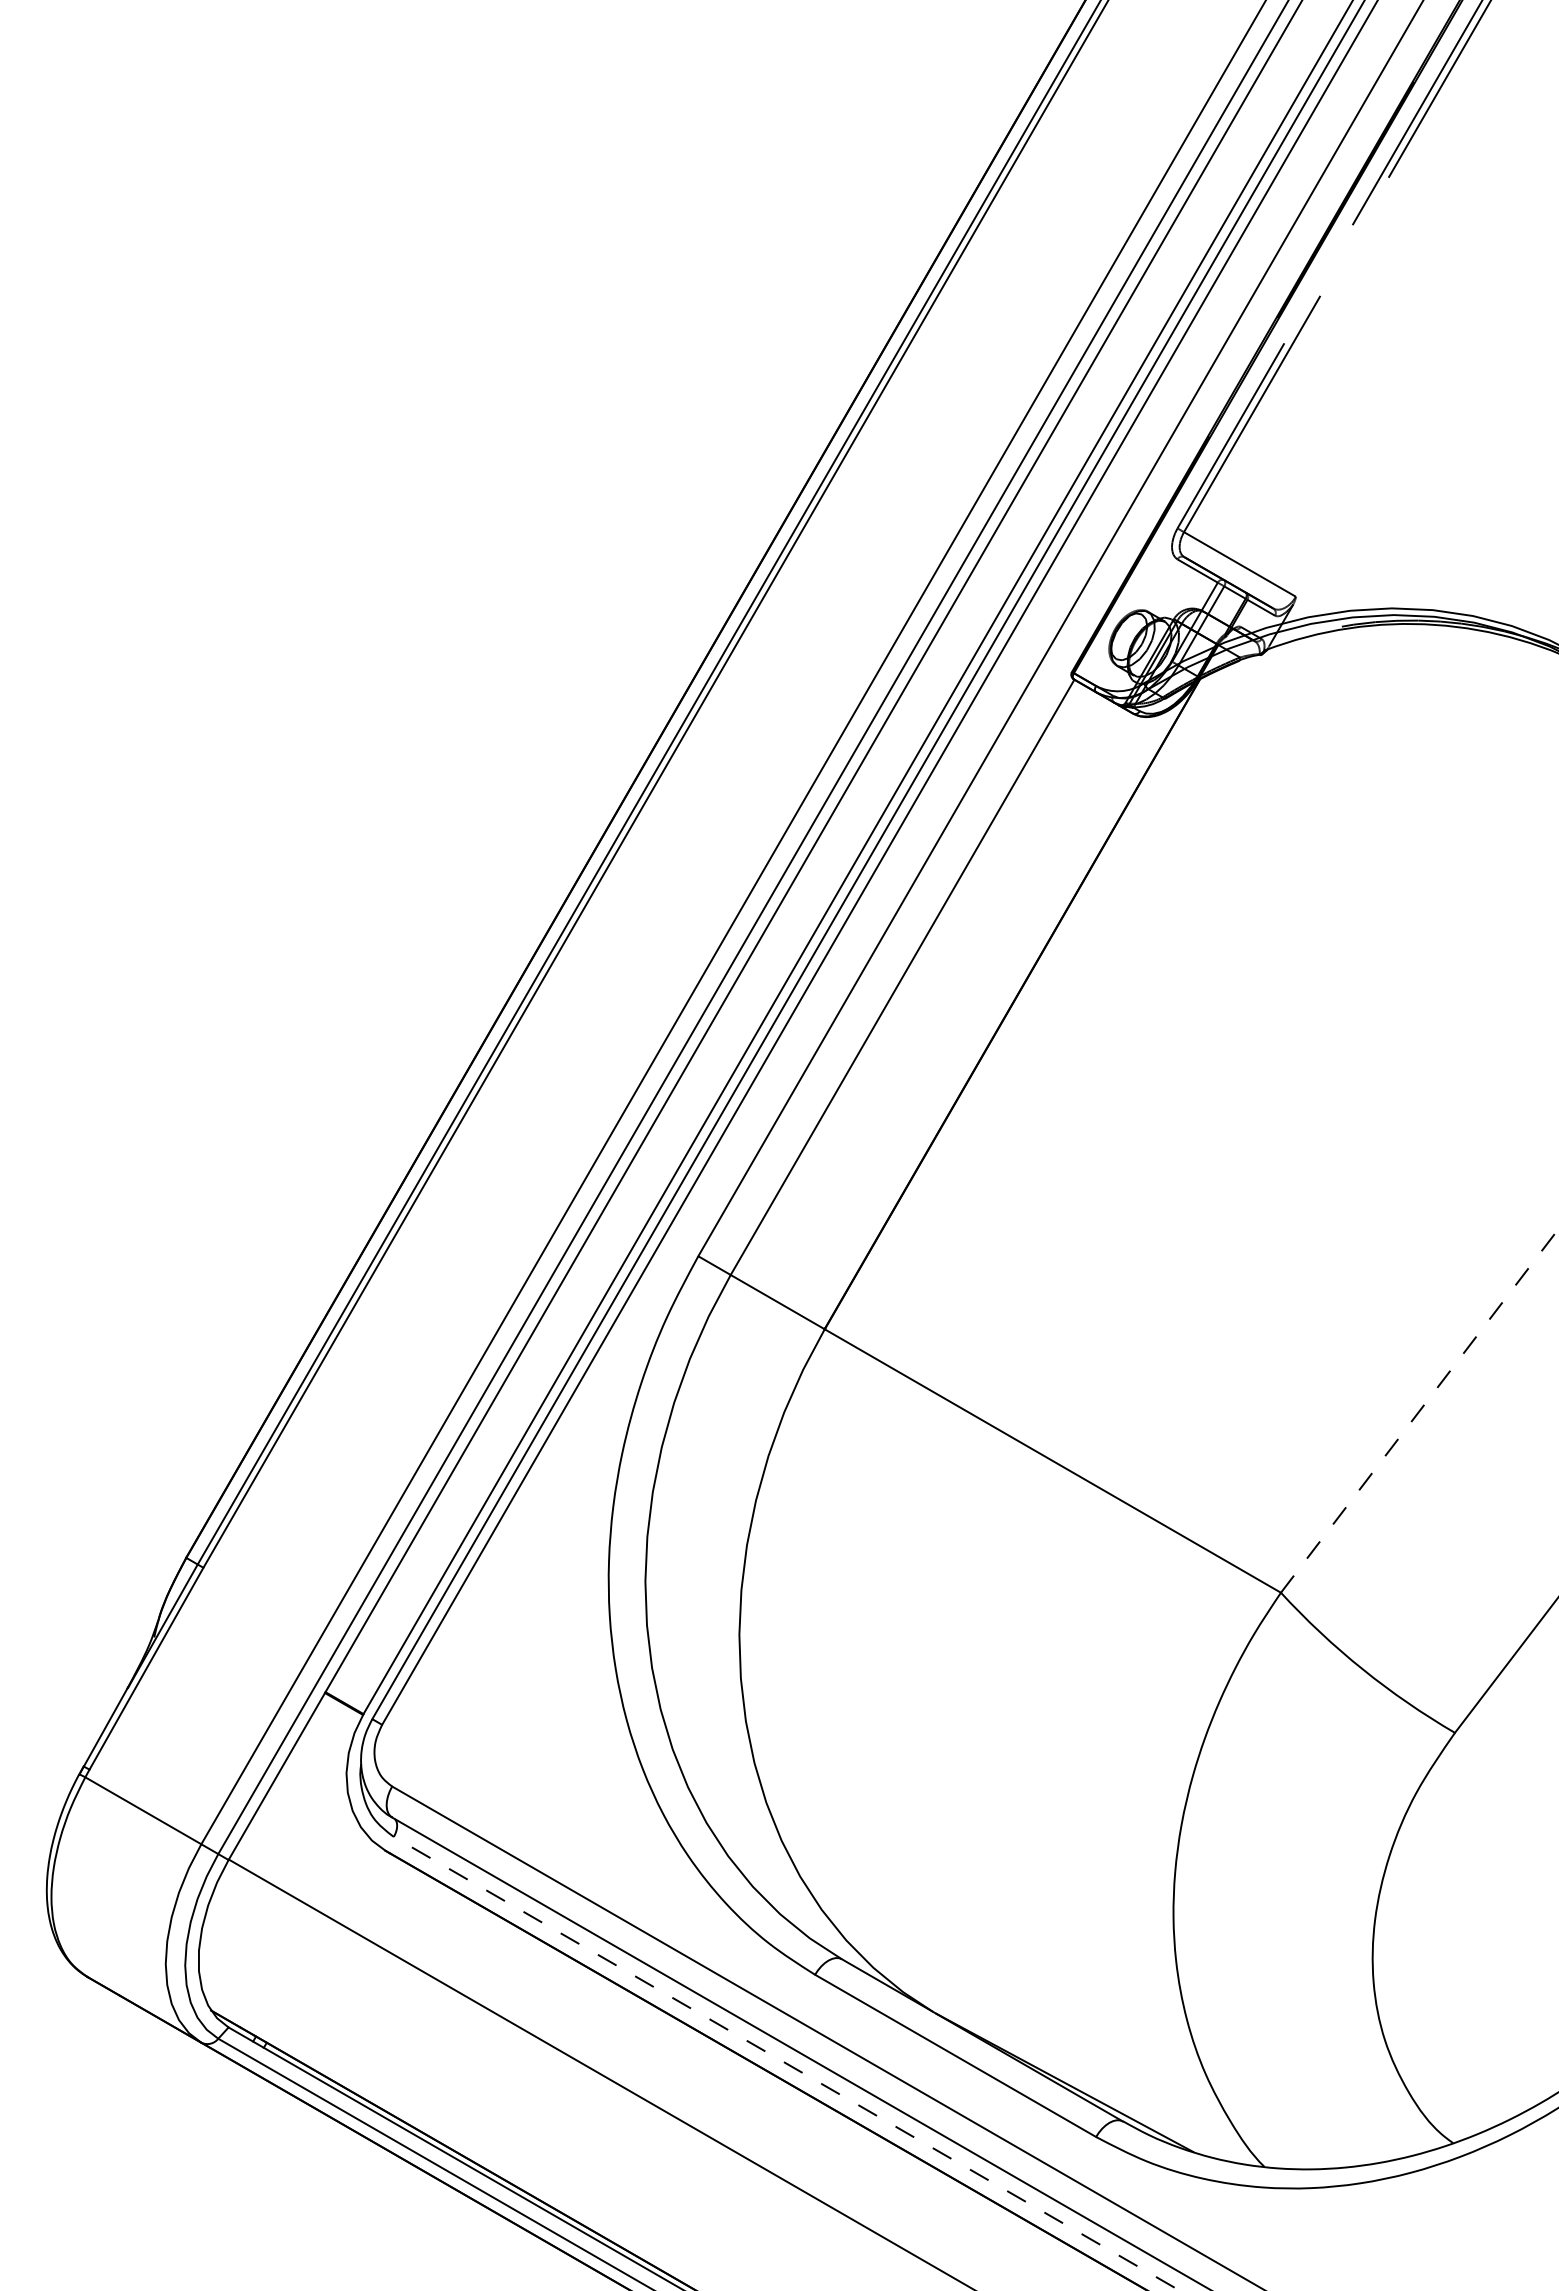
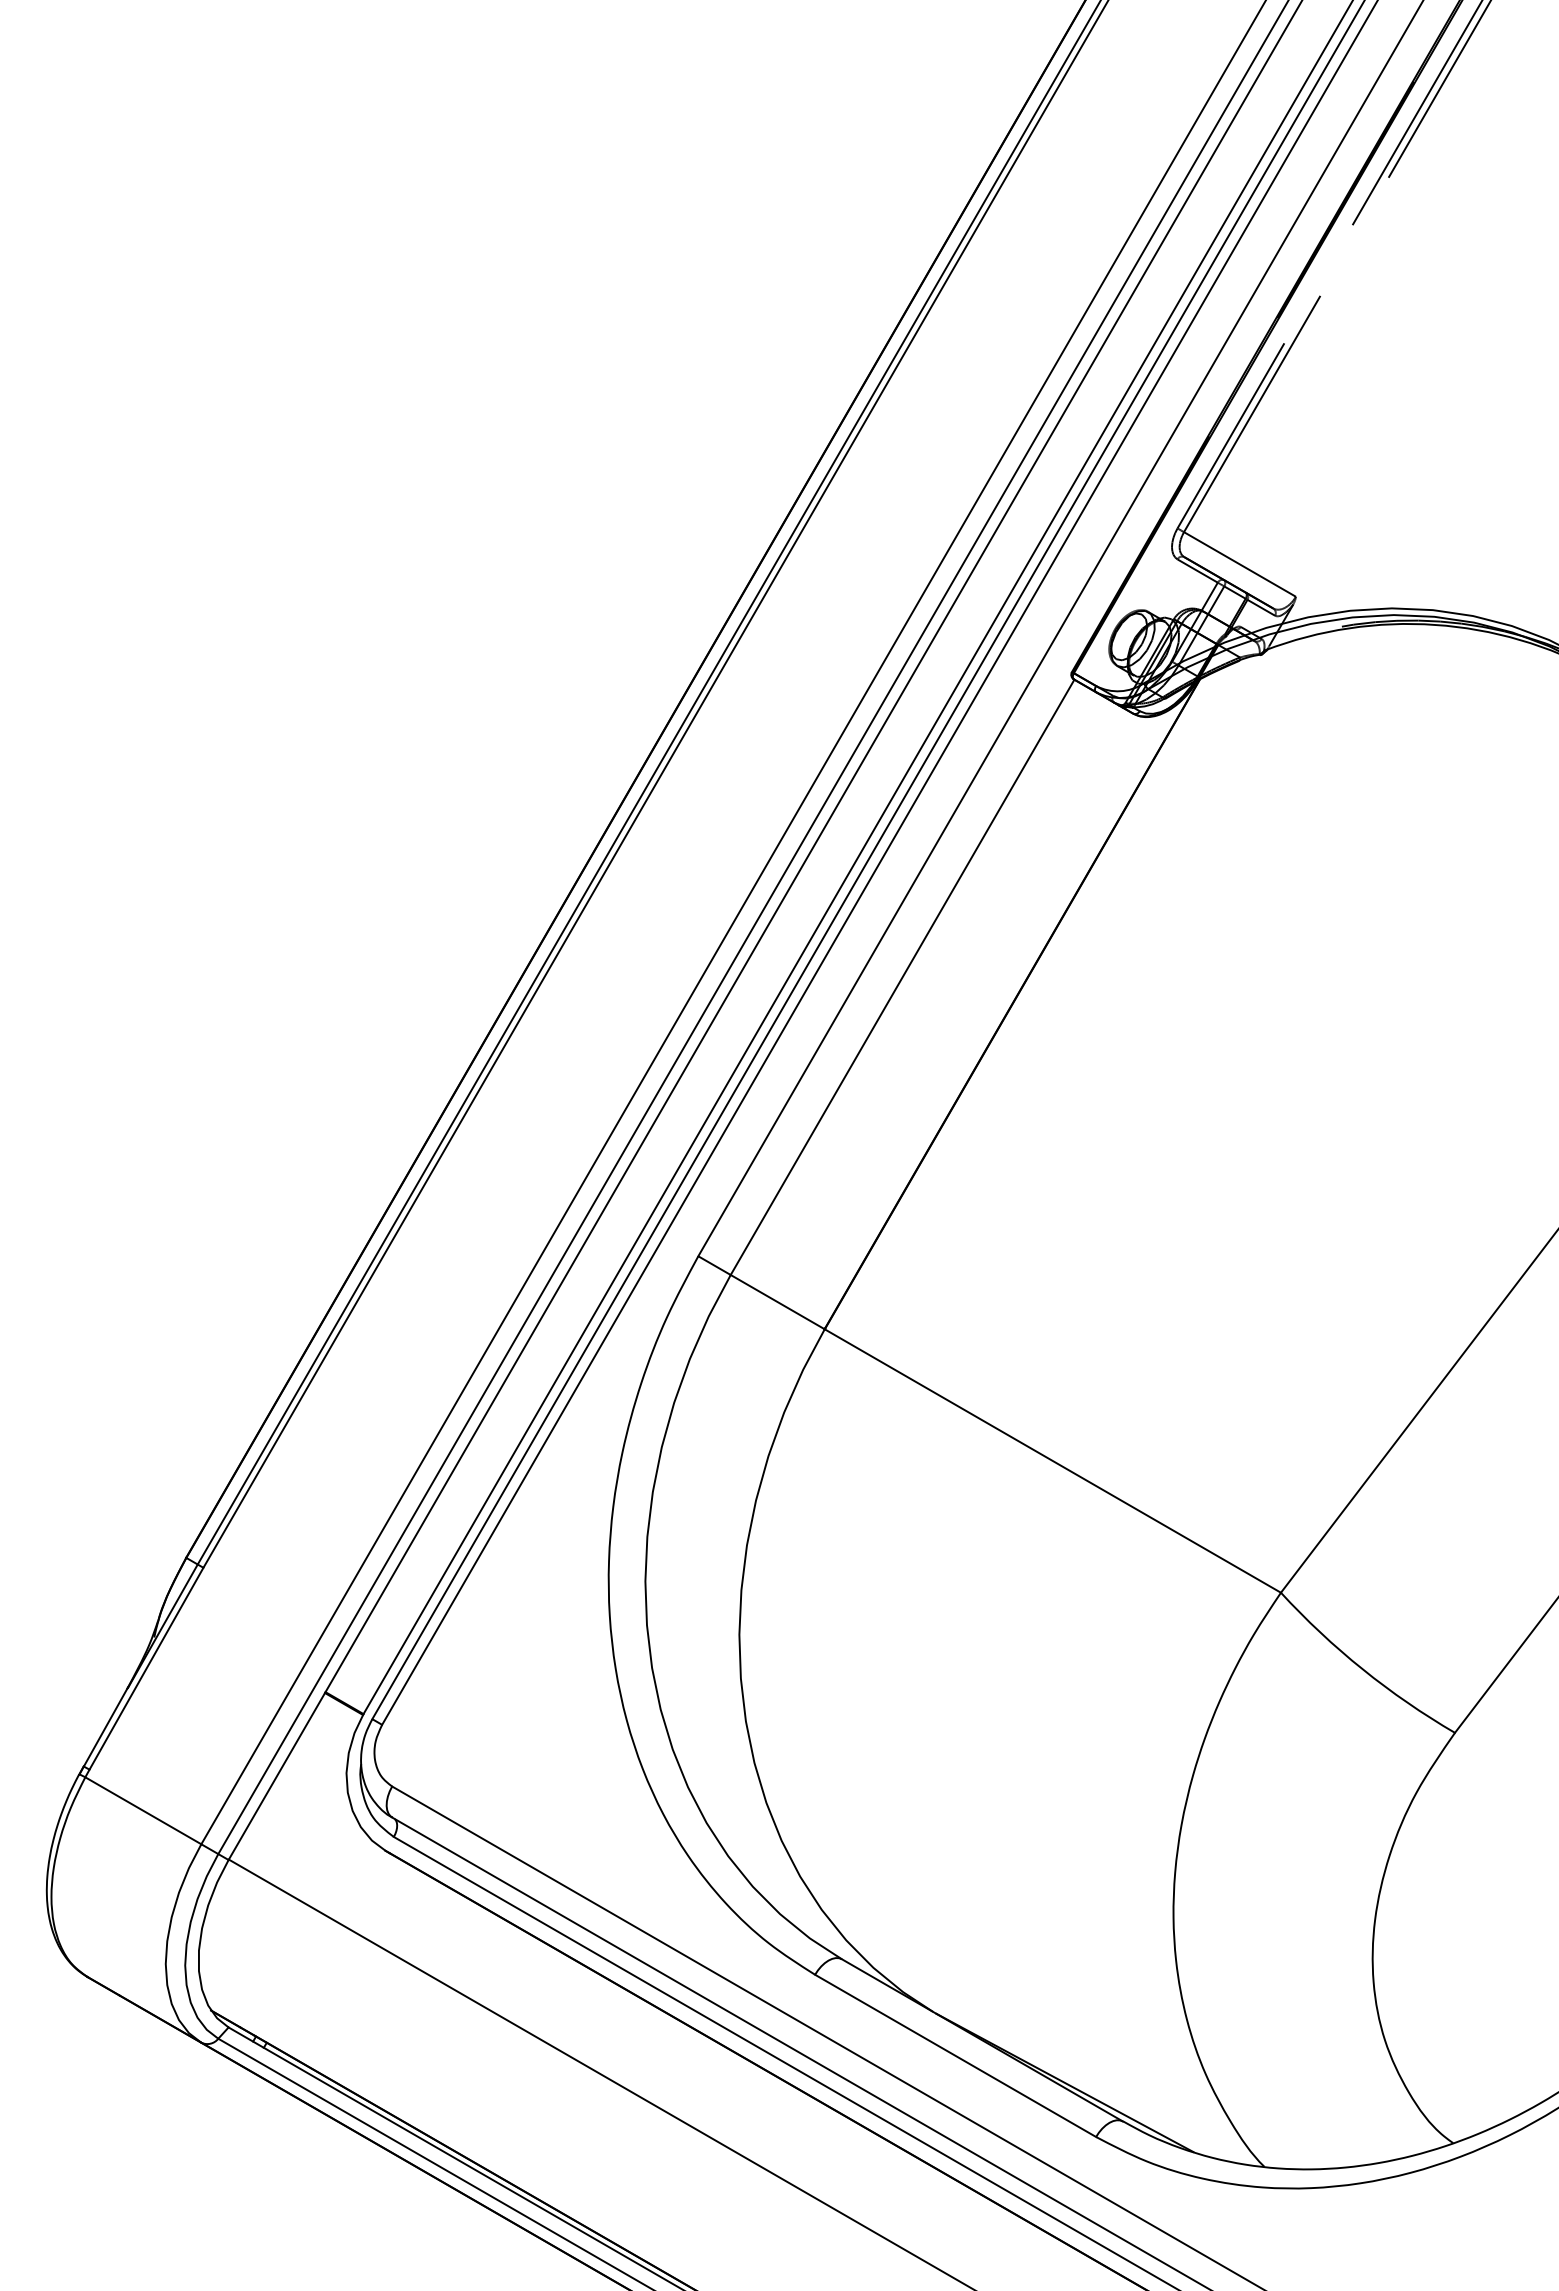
line at (1419, 1410): dashed -> solid
line at (786, 2063): dashed -> solid
